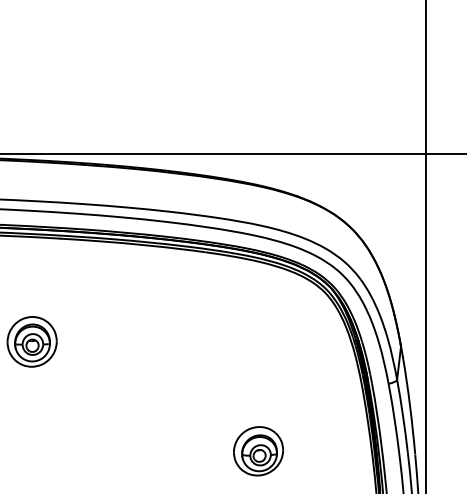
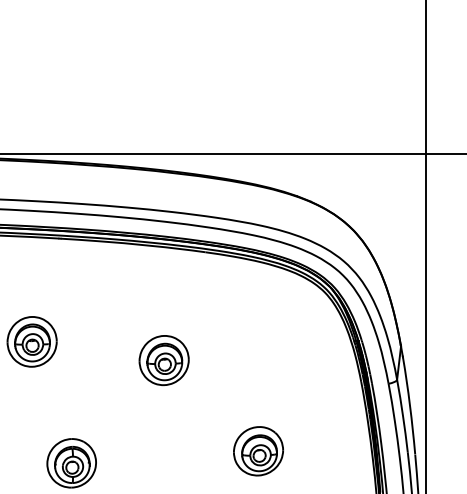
part at (163, 360): none -> present
part at (71, 463): none -> present
